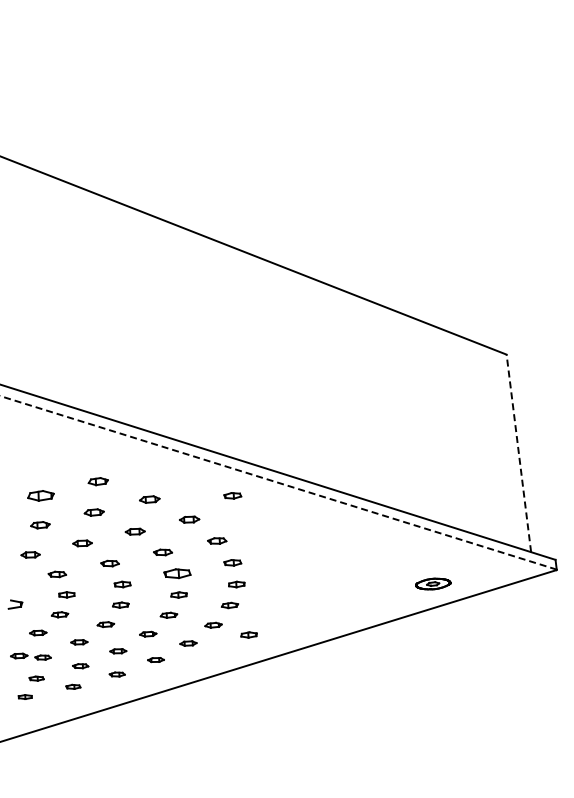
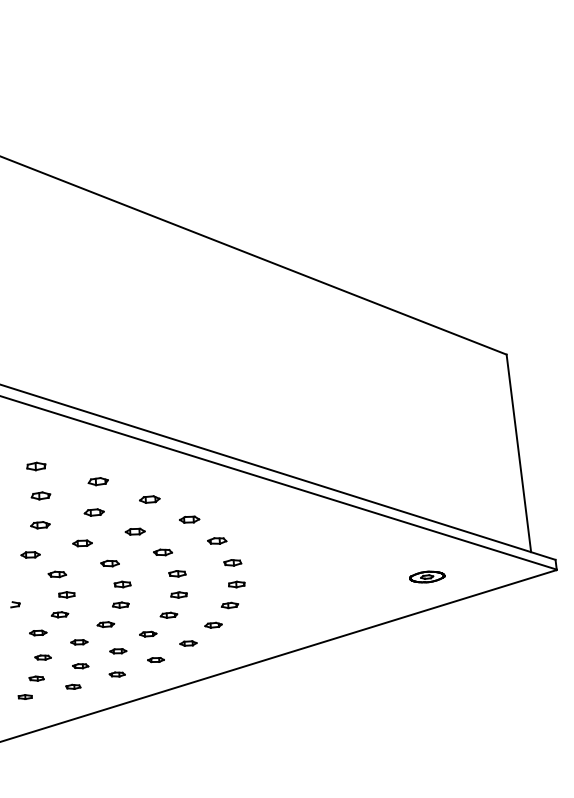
line at (518, 453): dashed -> solid
part at (36, 466): none -> present
line at (278, 482): dashed -> solid
part at (40, 495) size: 28x12 px -> 22x10 px
part at (232, 495): present -> none
part at (177, 573) size: 29x12 px -> 19x8 px
part at (433, 583) position: (433, 583) -> (427, 576)
part at (15, 604) size: 17x11 px -> 11x8 px
part at (248, 634): present -> none
part at (19, 655): present -> none
